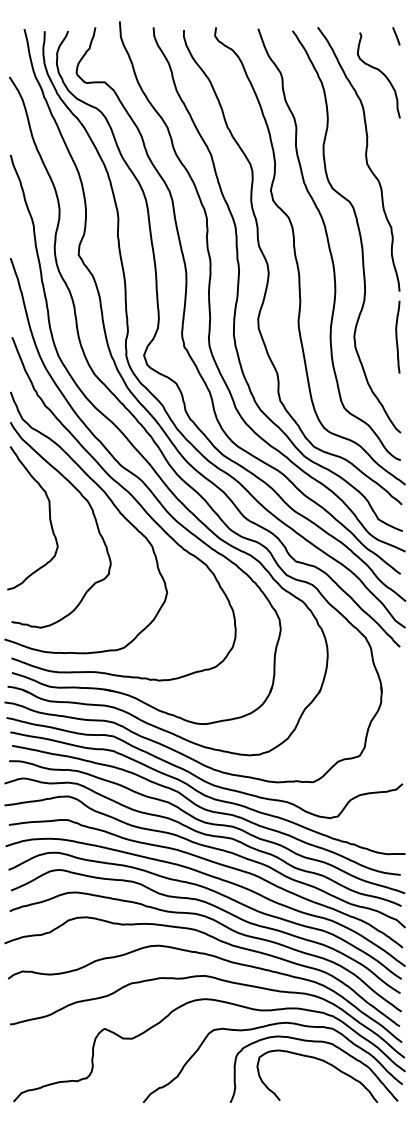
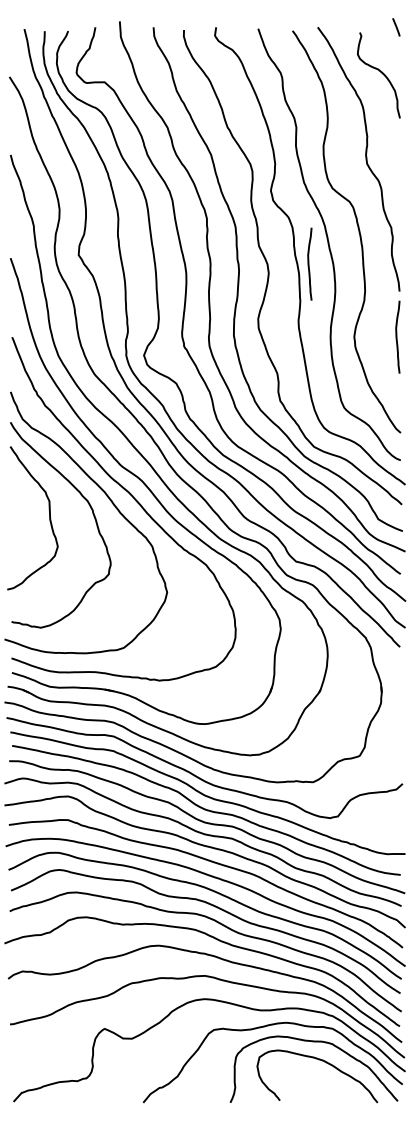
line at (396, 36) position: (396, 36) -> (396, 27)
curve at (309, 263): none -> present
